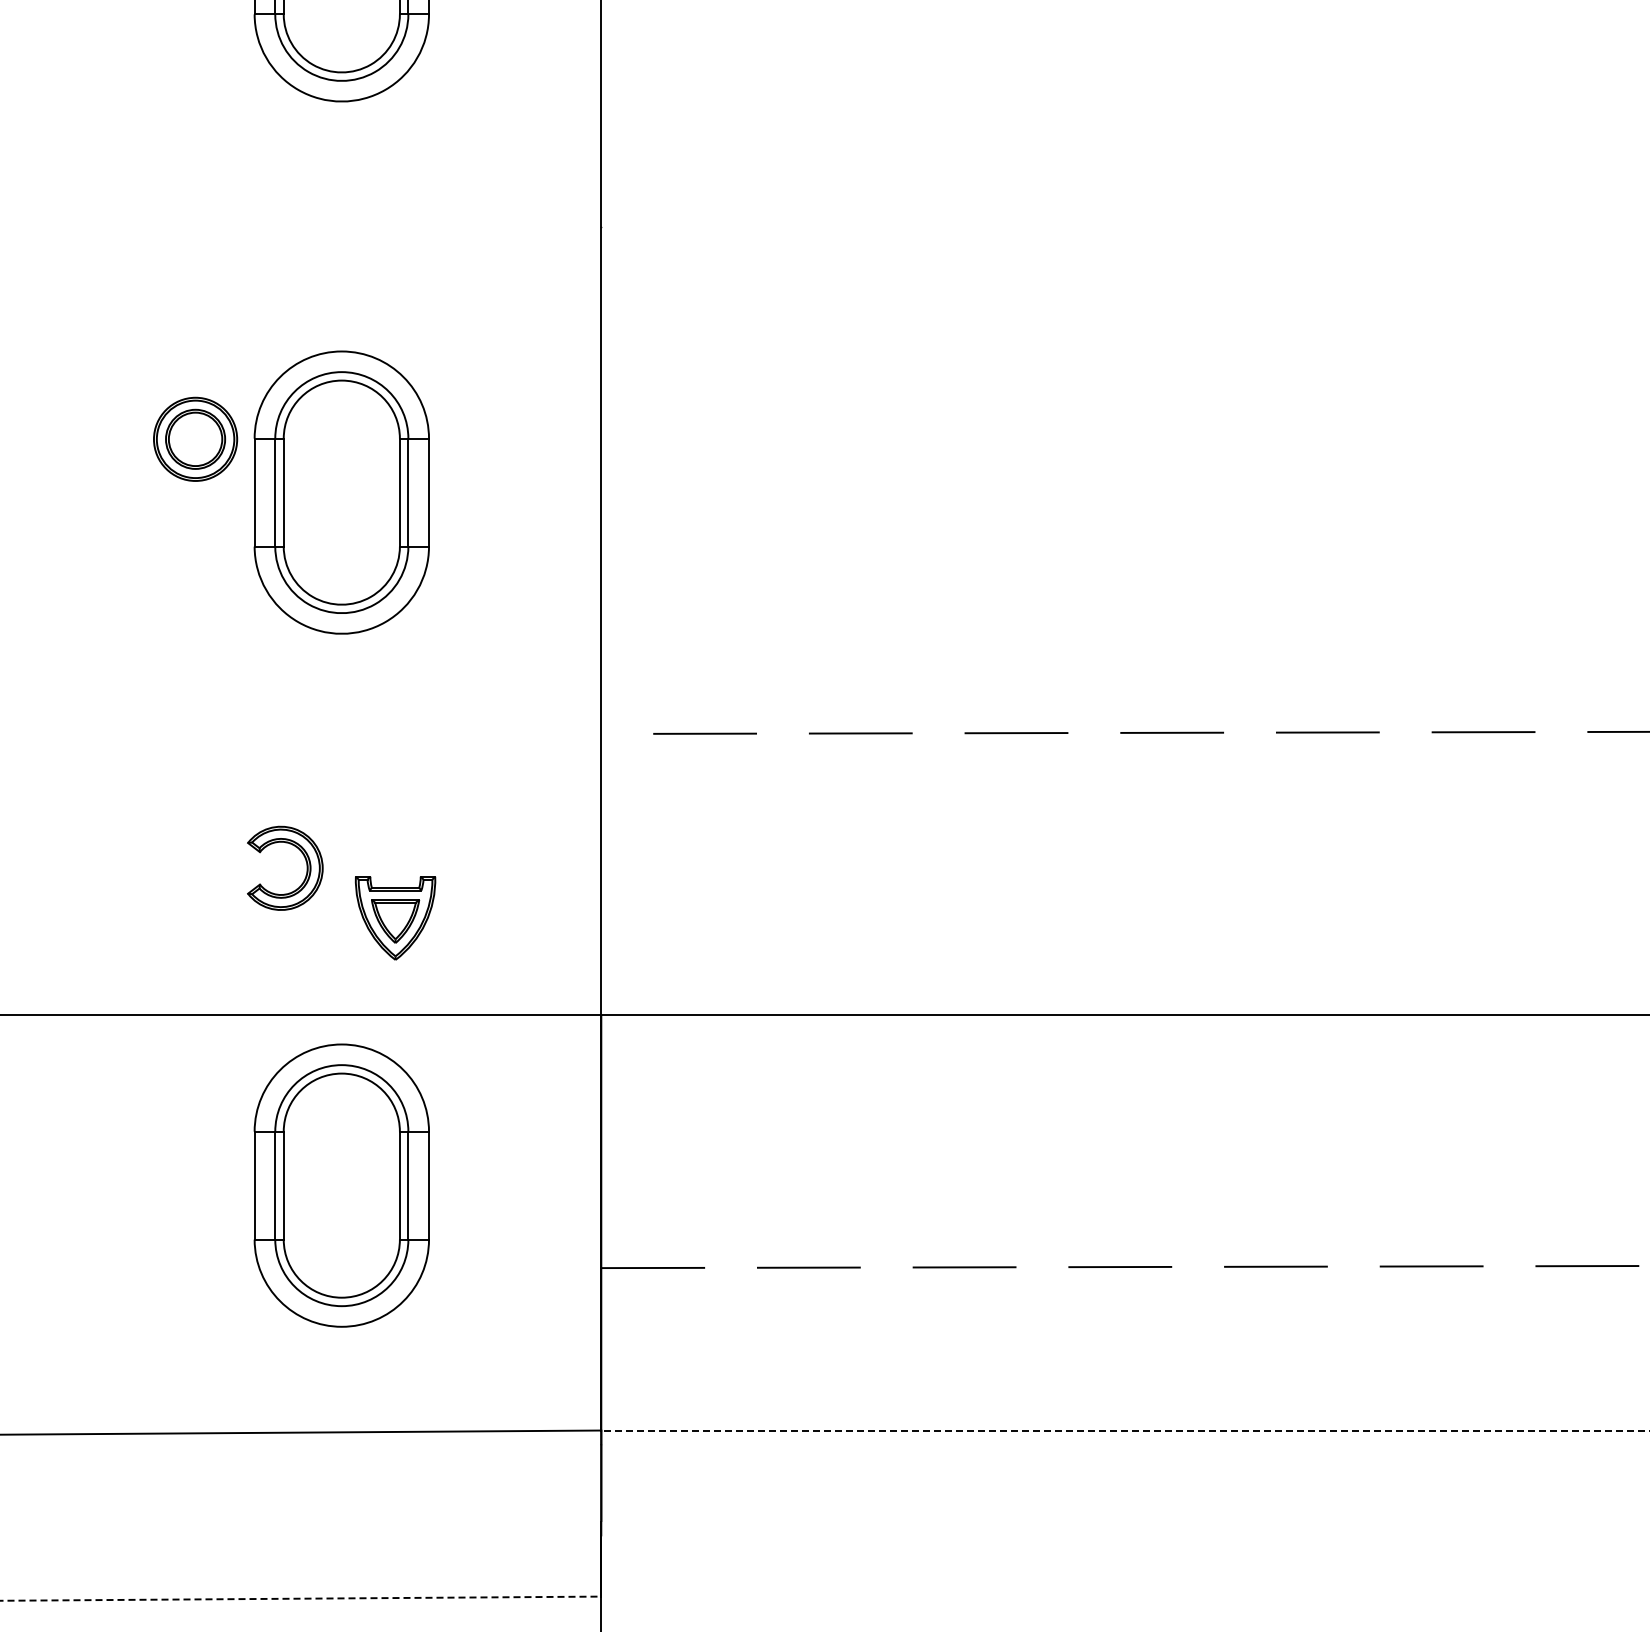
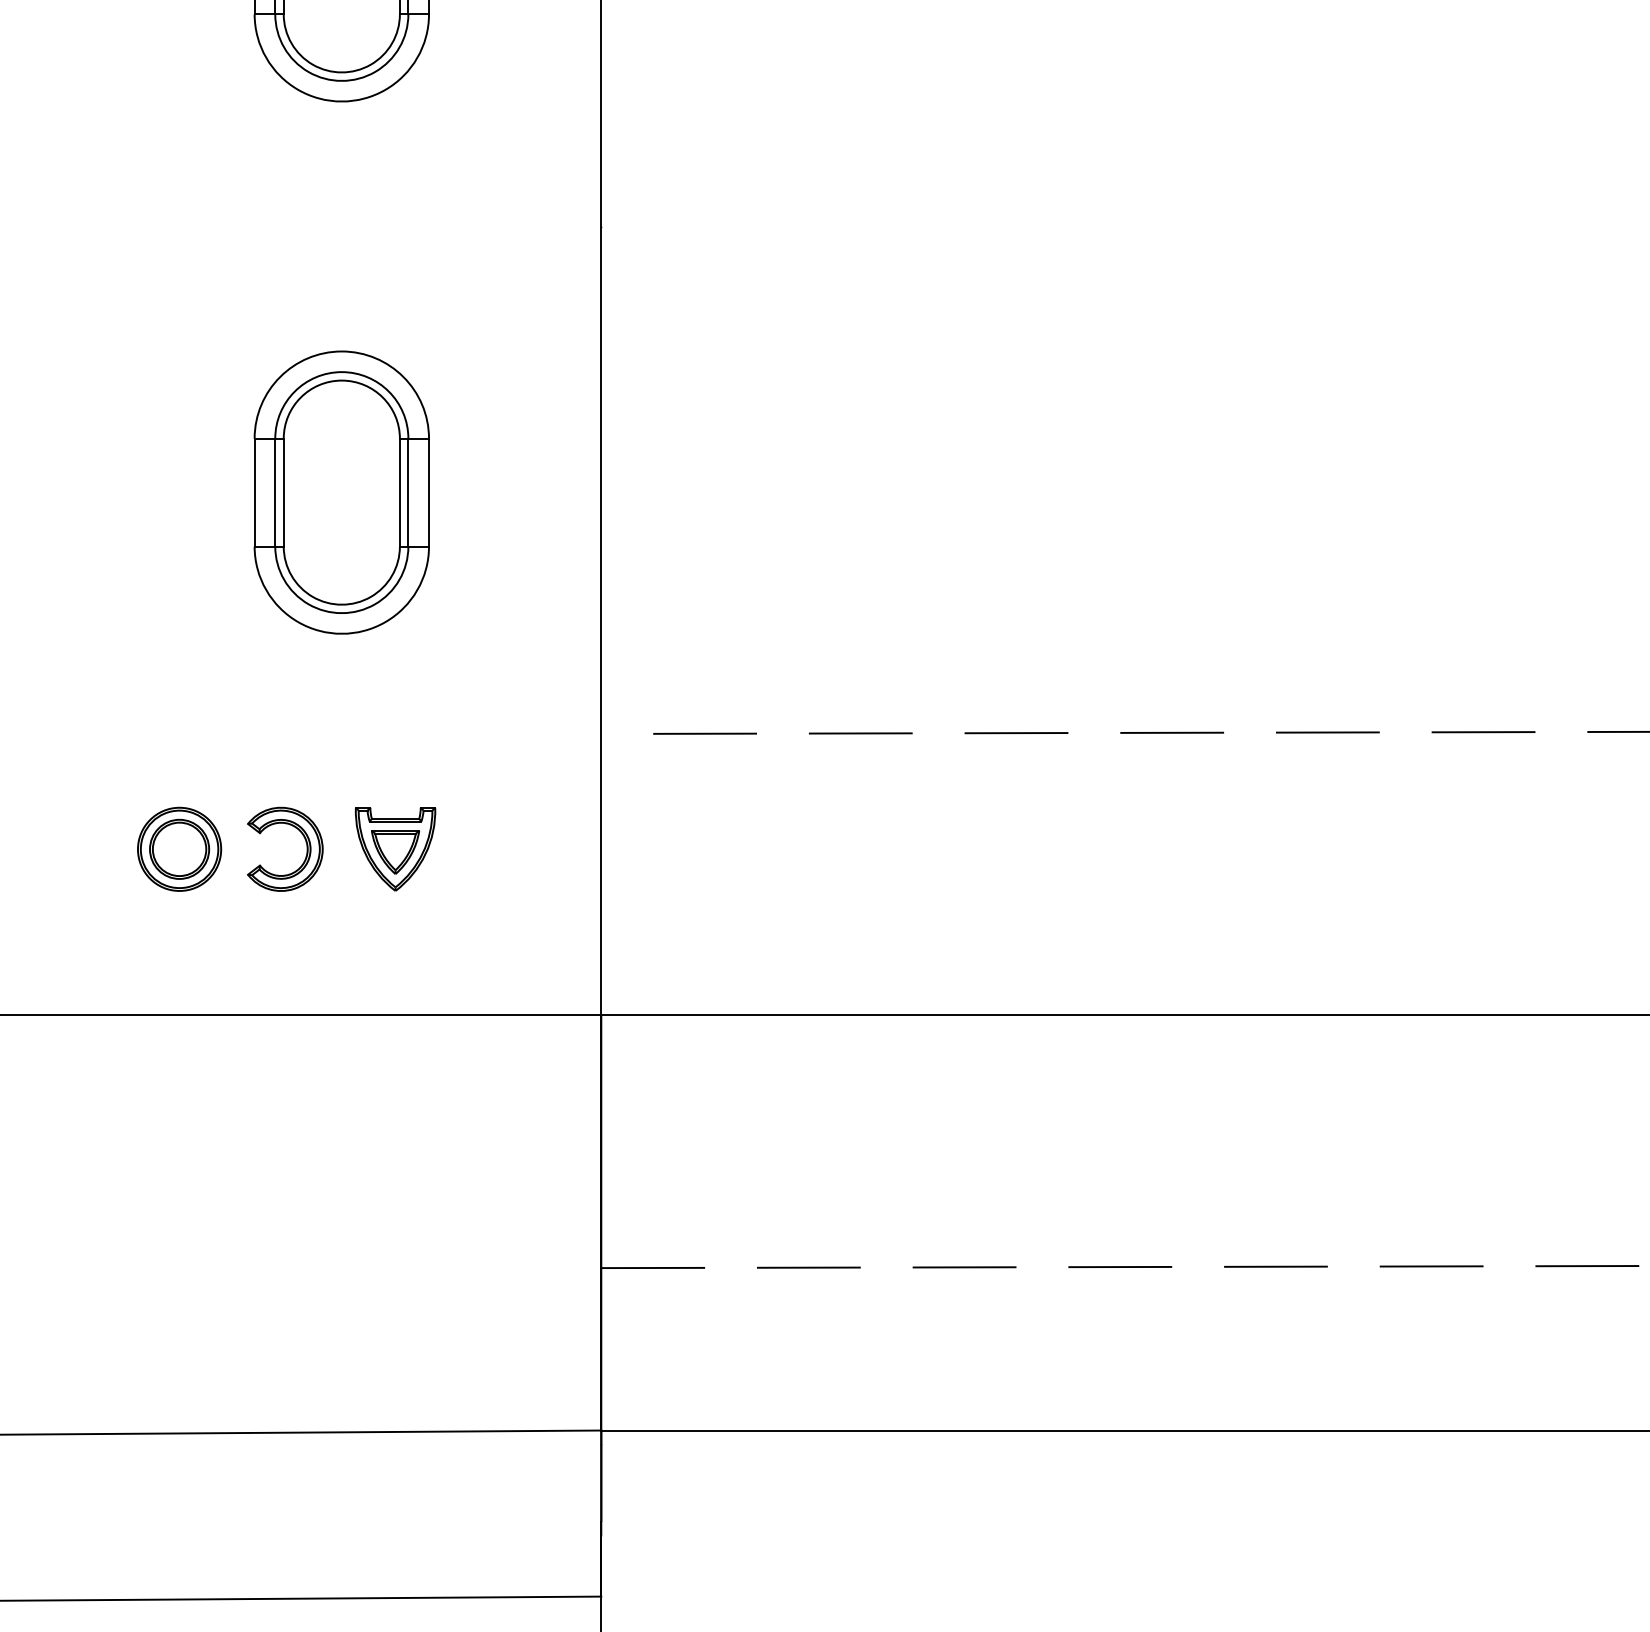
part at (195, 438) position: (195, 438) -> (179, 848)
part at (305, 861) position: (305, 861) -> (305, 842)
part at (395, 918) position: (395, 918) -> (395, 849)
part at (341, 1185): present -> none
line at (1125, 1430): dashed -> solid
line at (301, 1598): dashed -> solid
